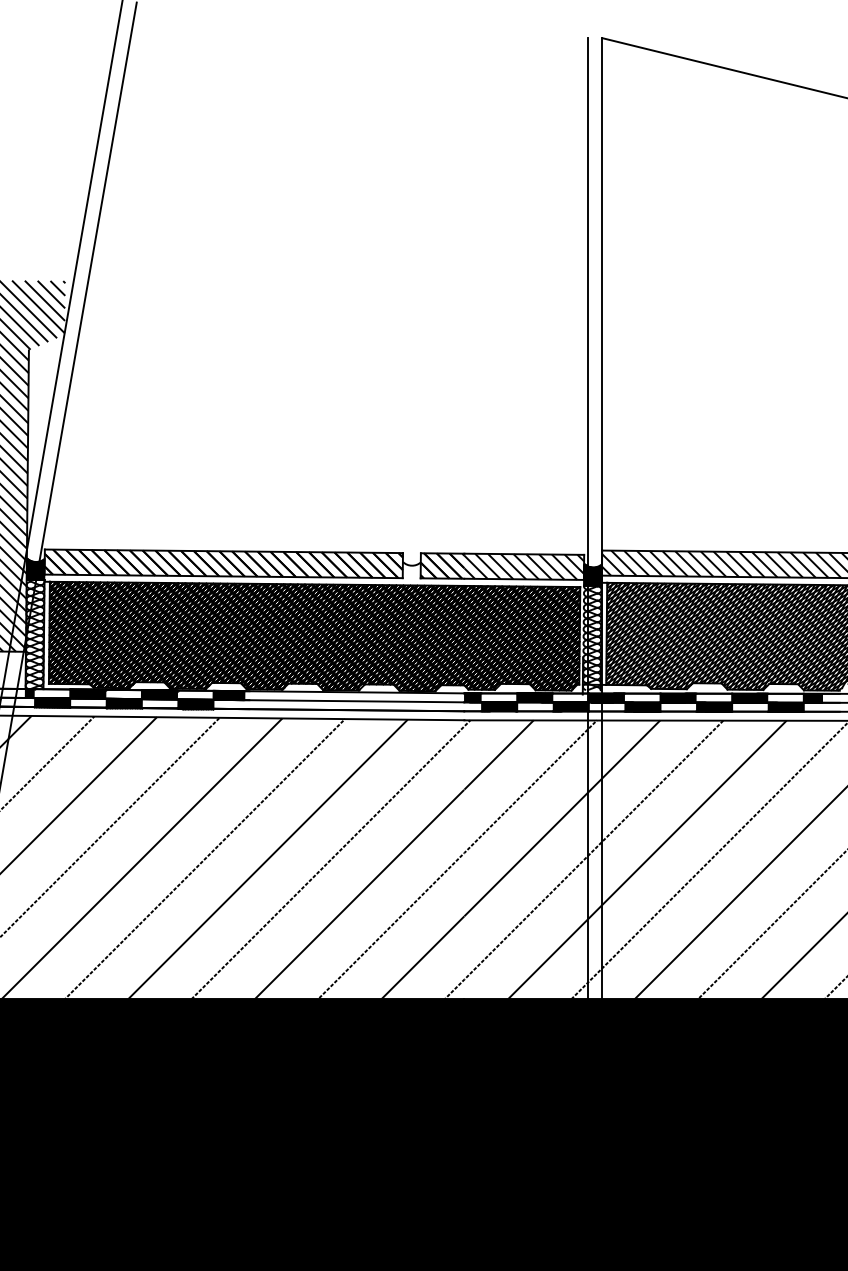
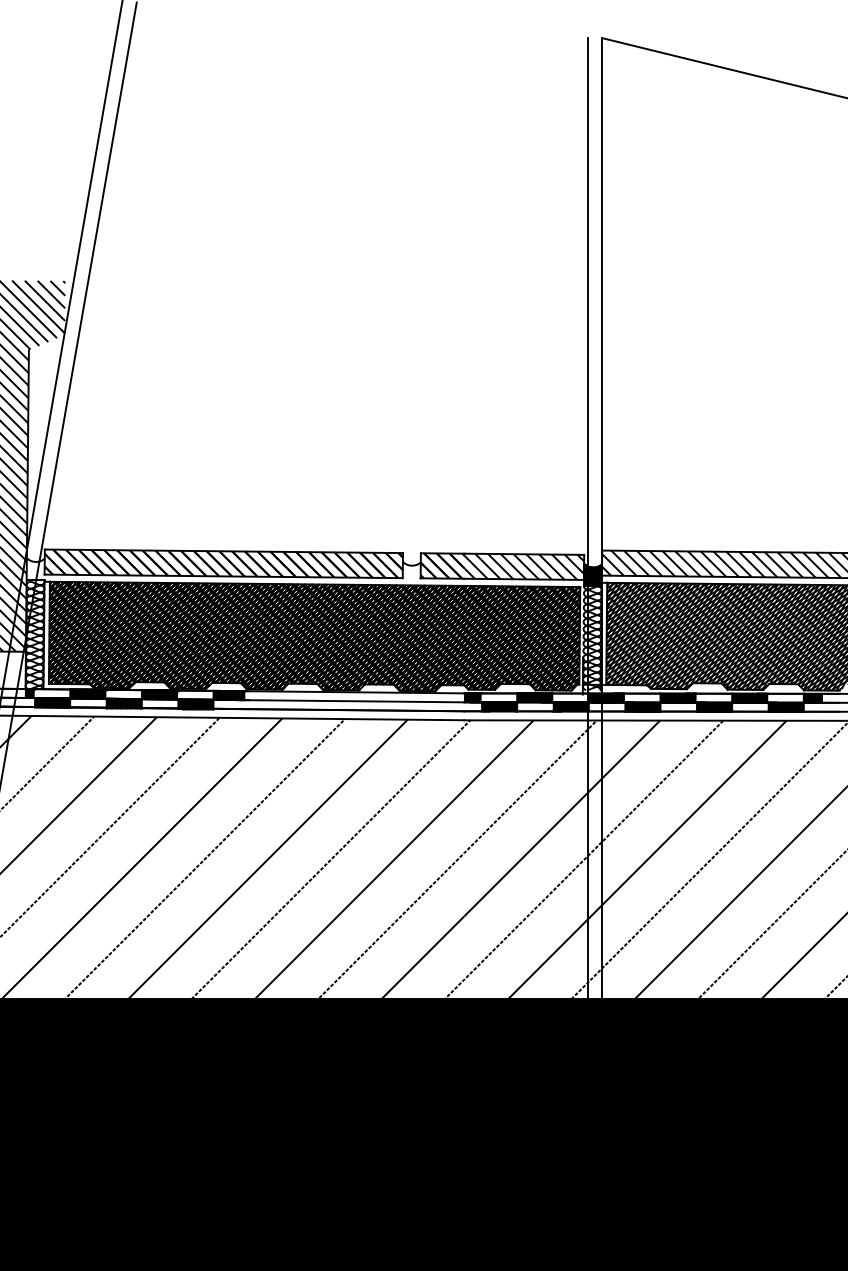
hatch at (35, 568): present -> none
